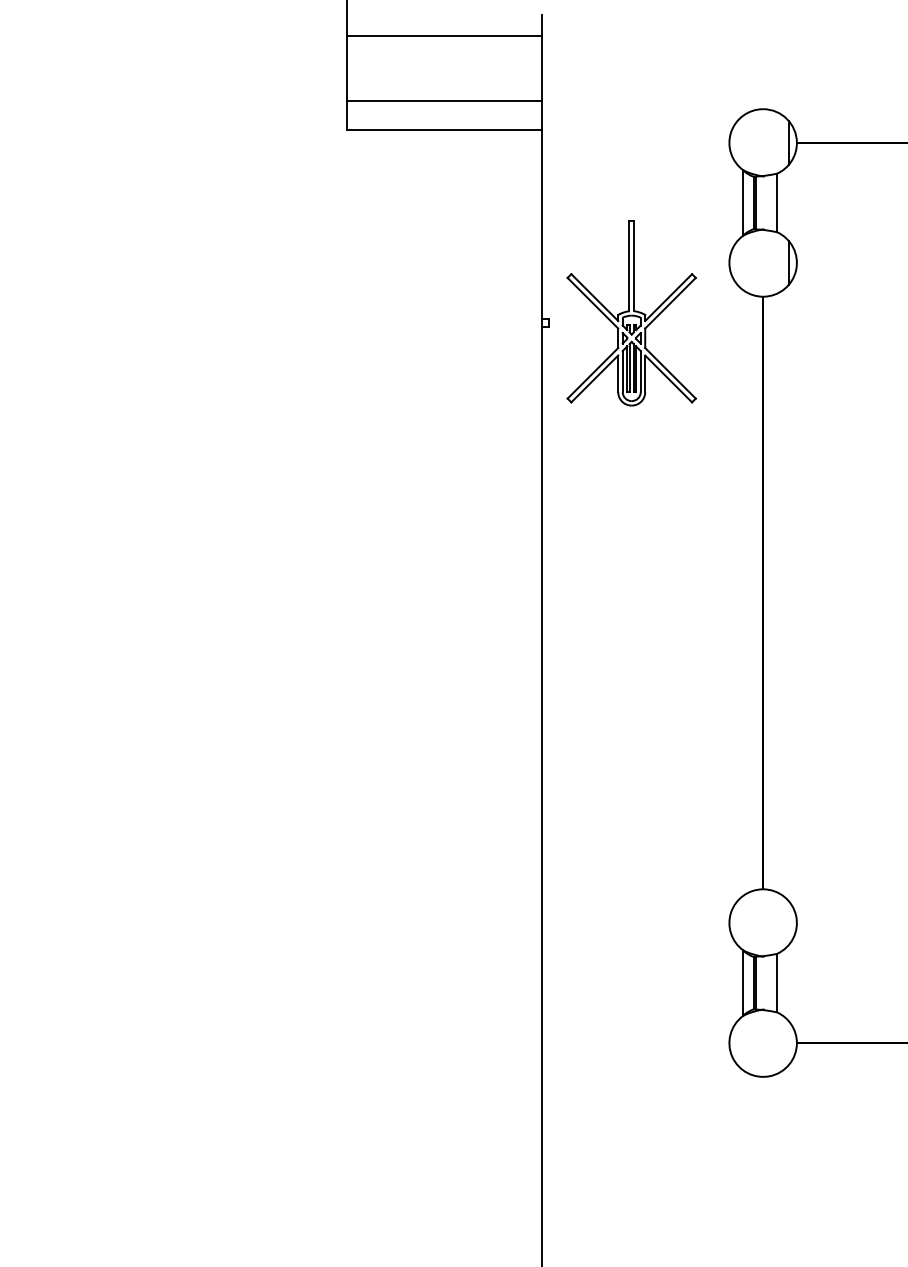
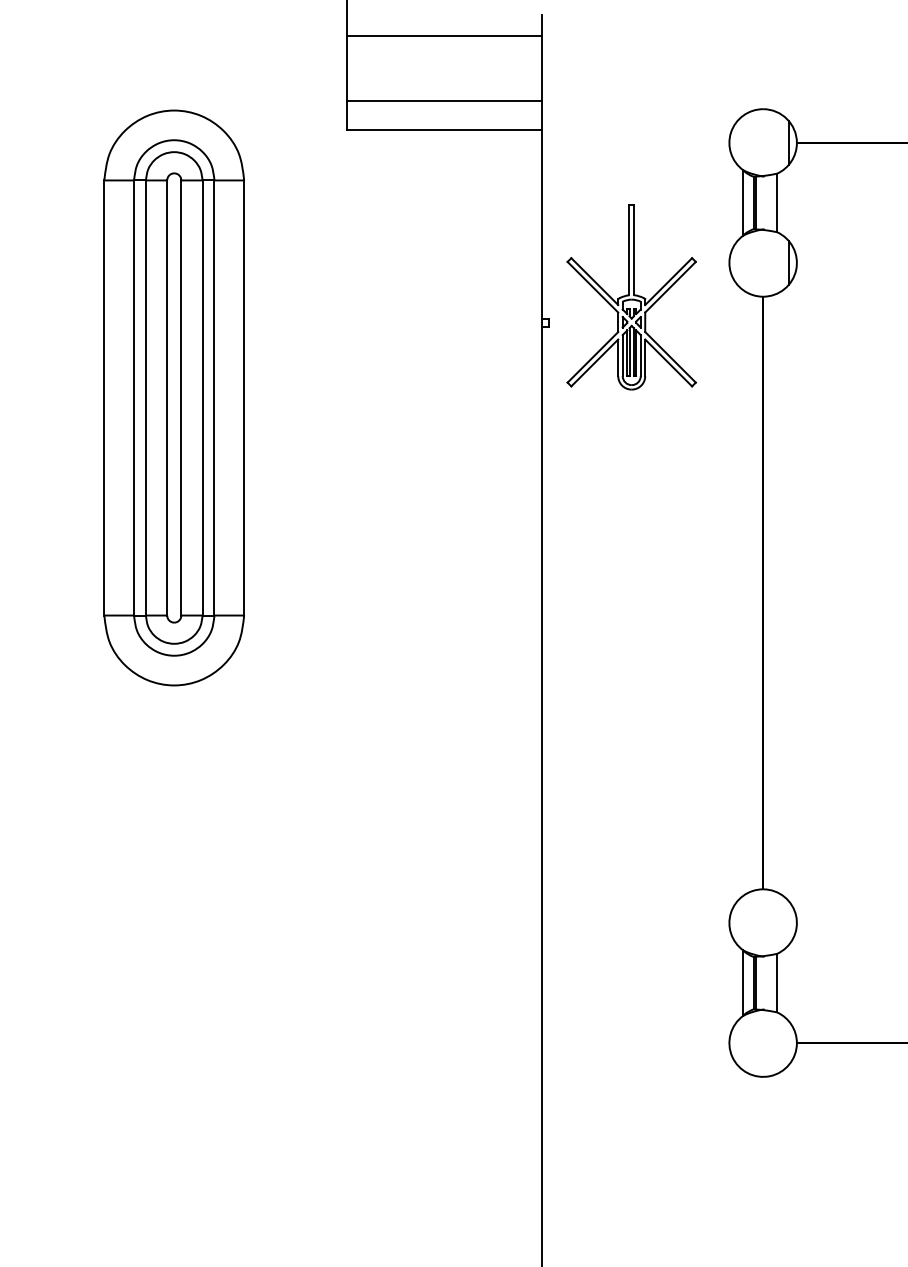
part at (631, 313) position: (631, 313) -> (631, 297)
part at (173, 397): none -> present
